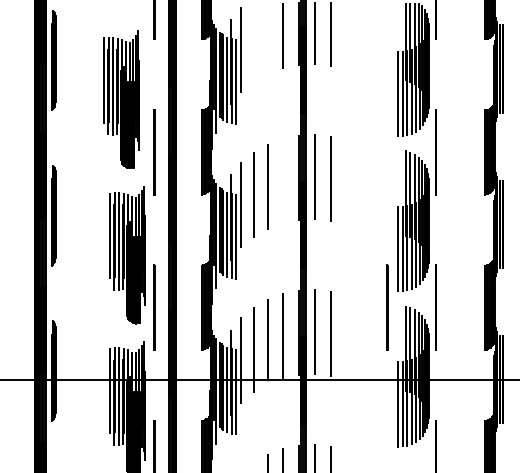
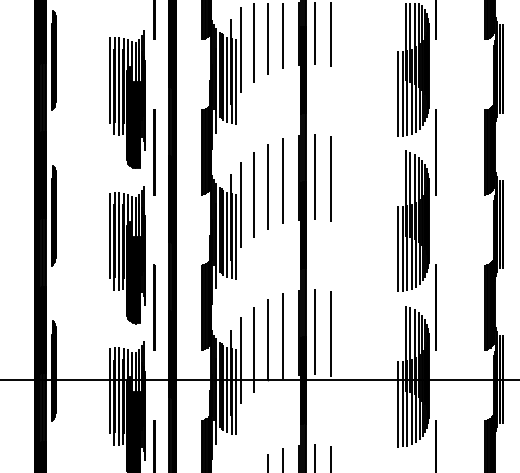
line at (267, 38): none -> present
line at (253, 42): none -> present
part at (121, 99) position: (121, 99) -> (127, 99)
line at (282, 180): none -> present
line at (387, 307): present -> none
